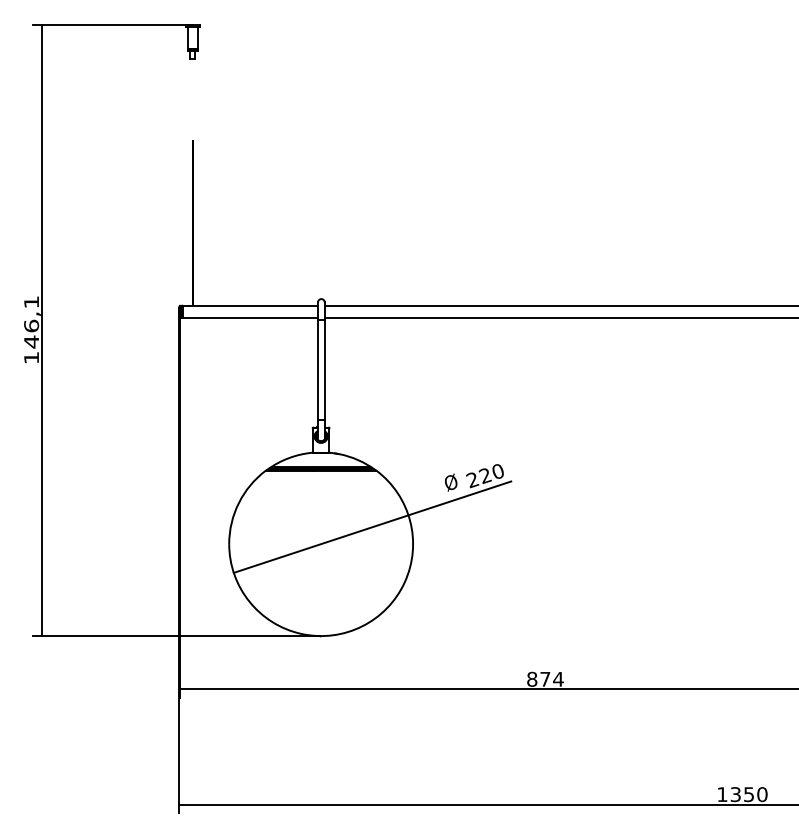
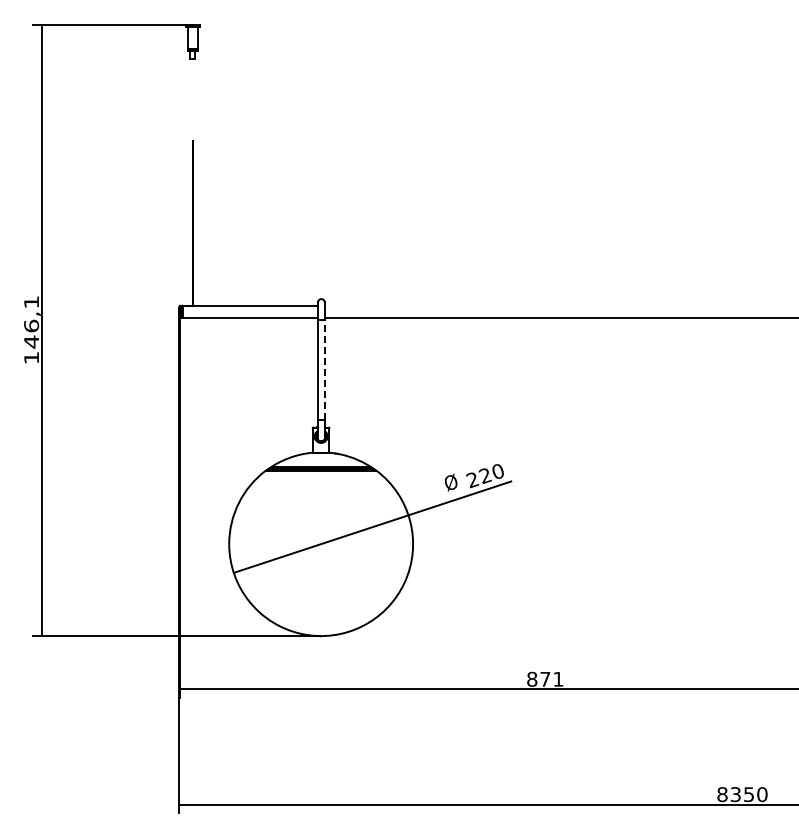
line at (559, 305): present -> none
line at (324, 369): solid -> dashed
text at (558, 679): 874 -> 871
text at (722, 794): 1350 -> 8350
